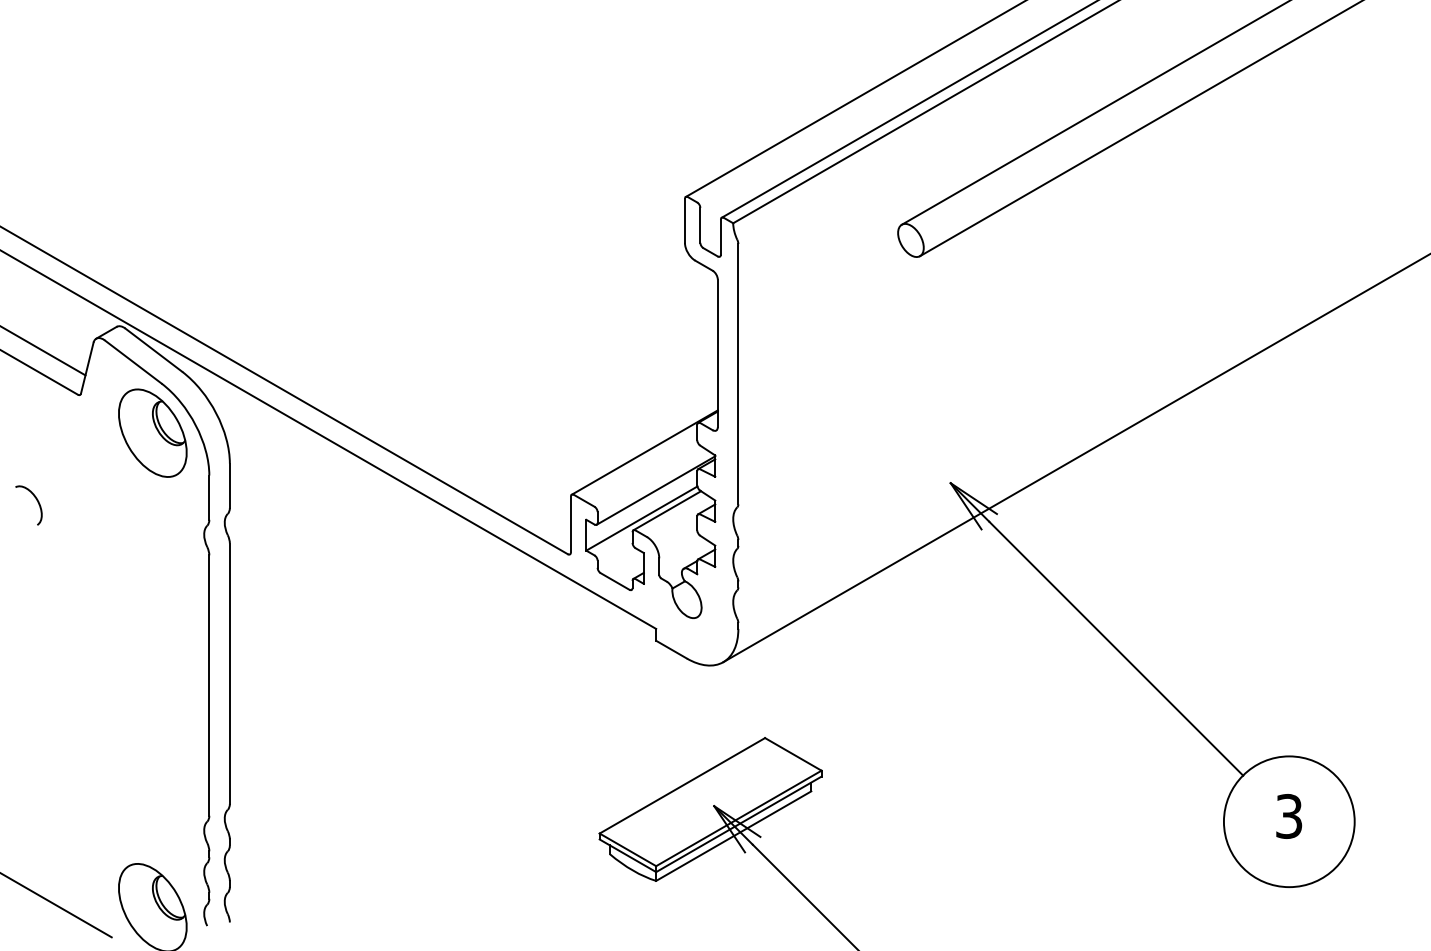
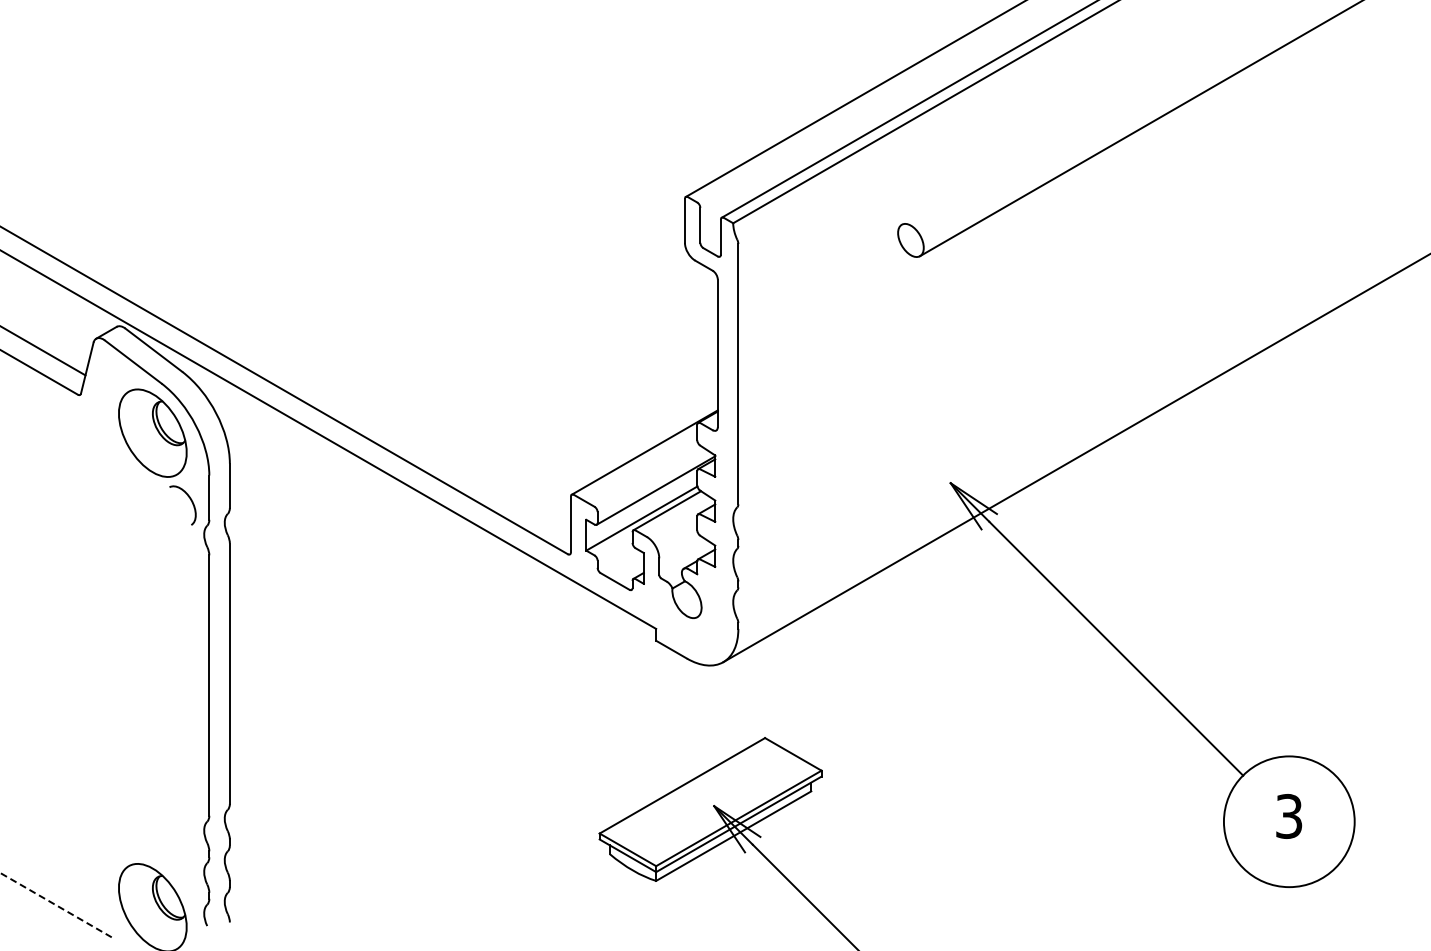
line at (1094, 113): present -> none
curve at (36, 500) position: (36, 500) -> (190, 500)
line at (55, 904): solid -> dashed
